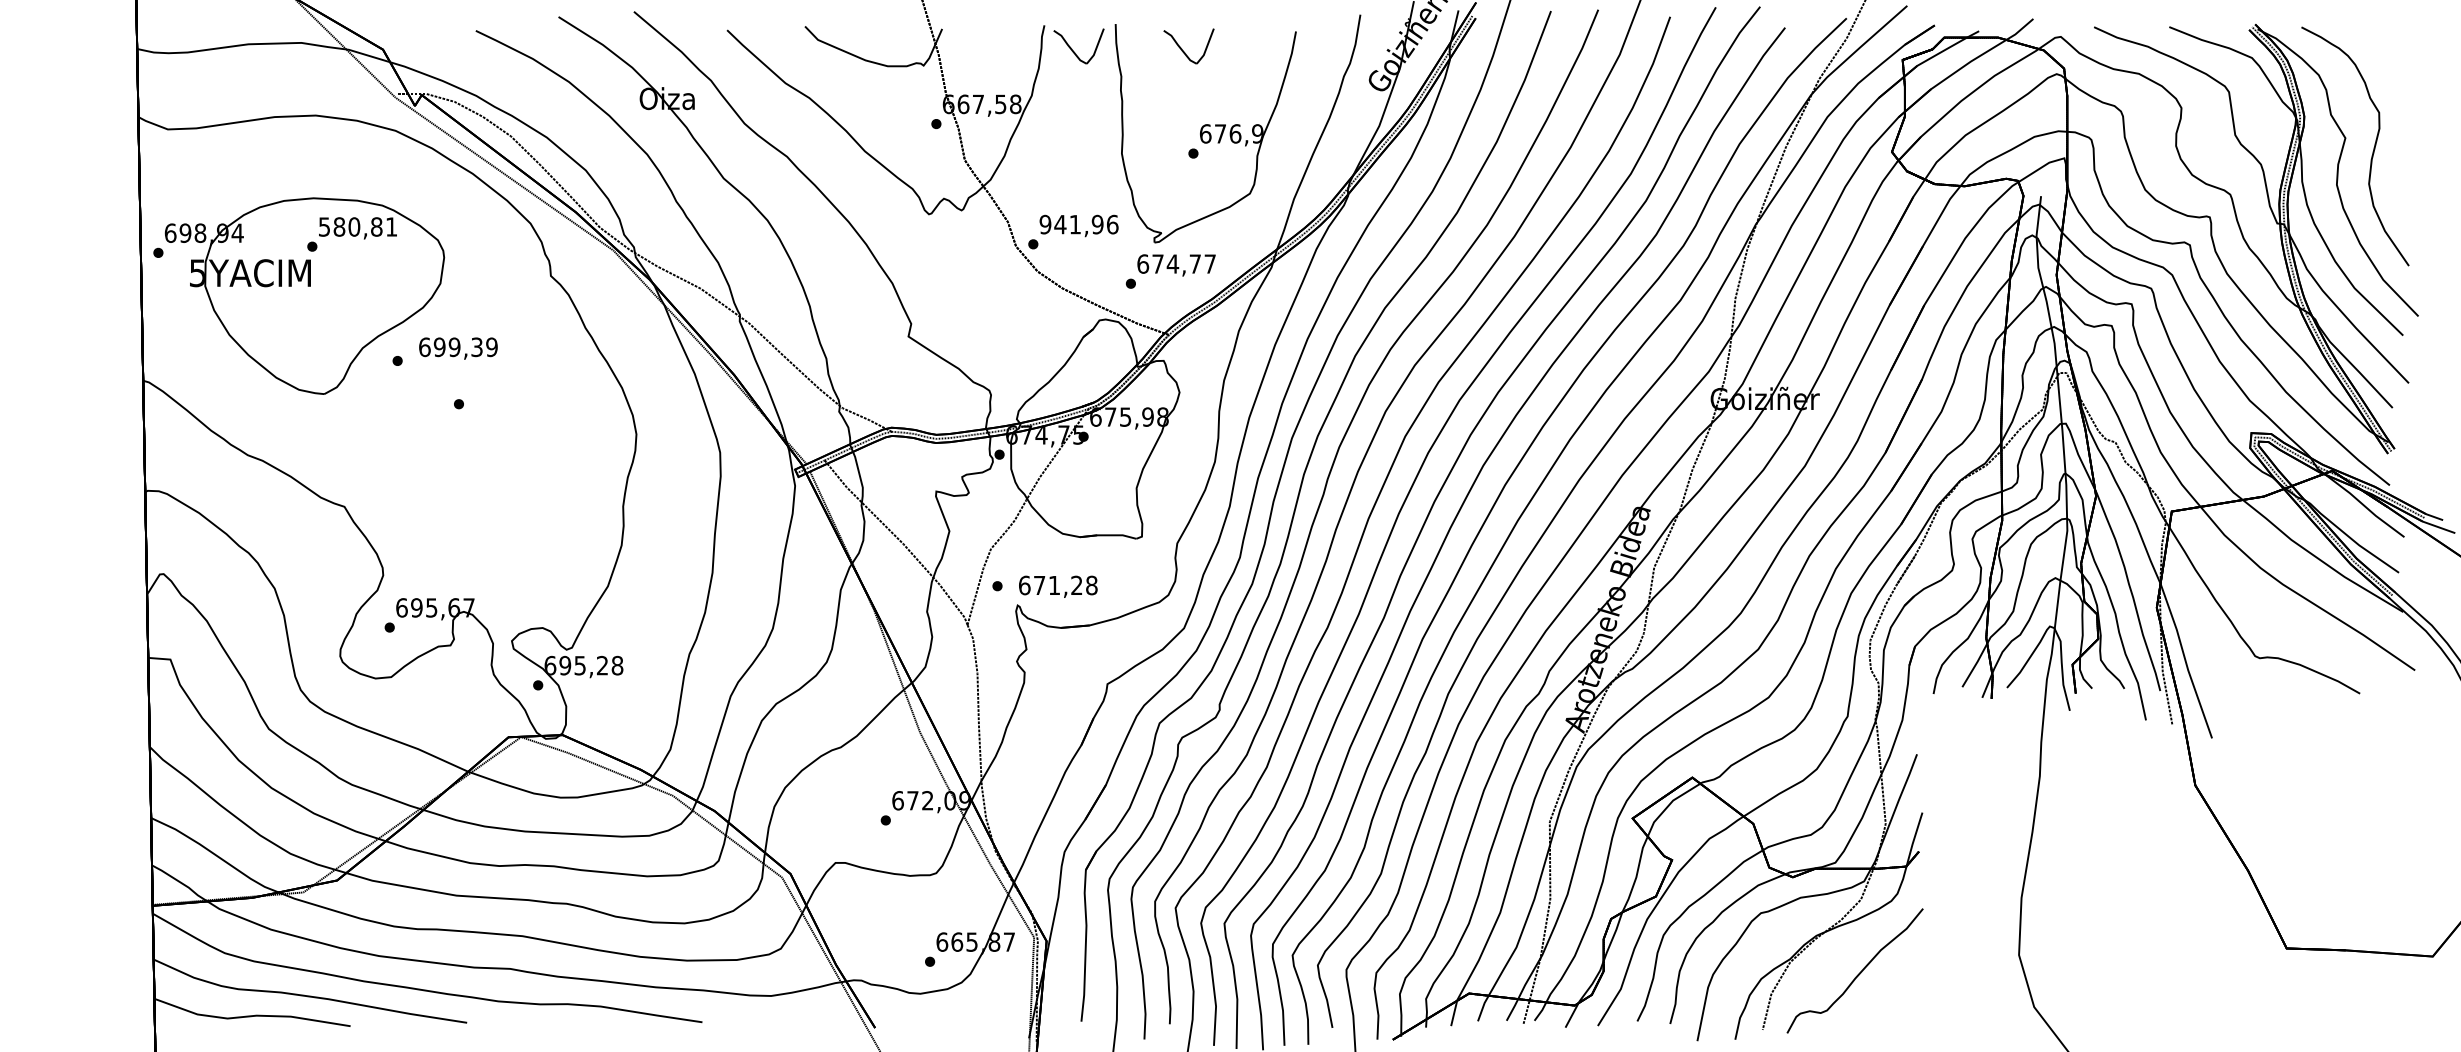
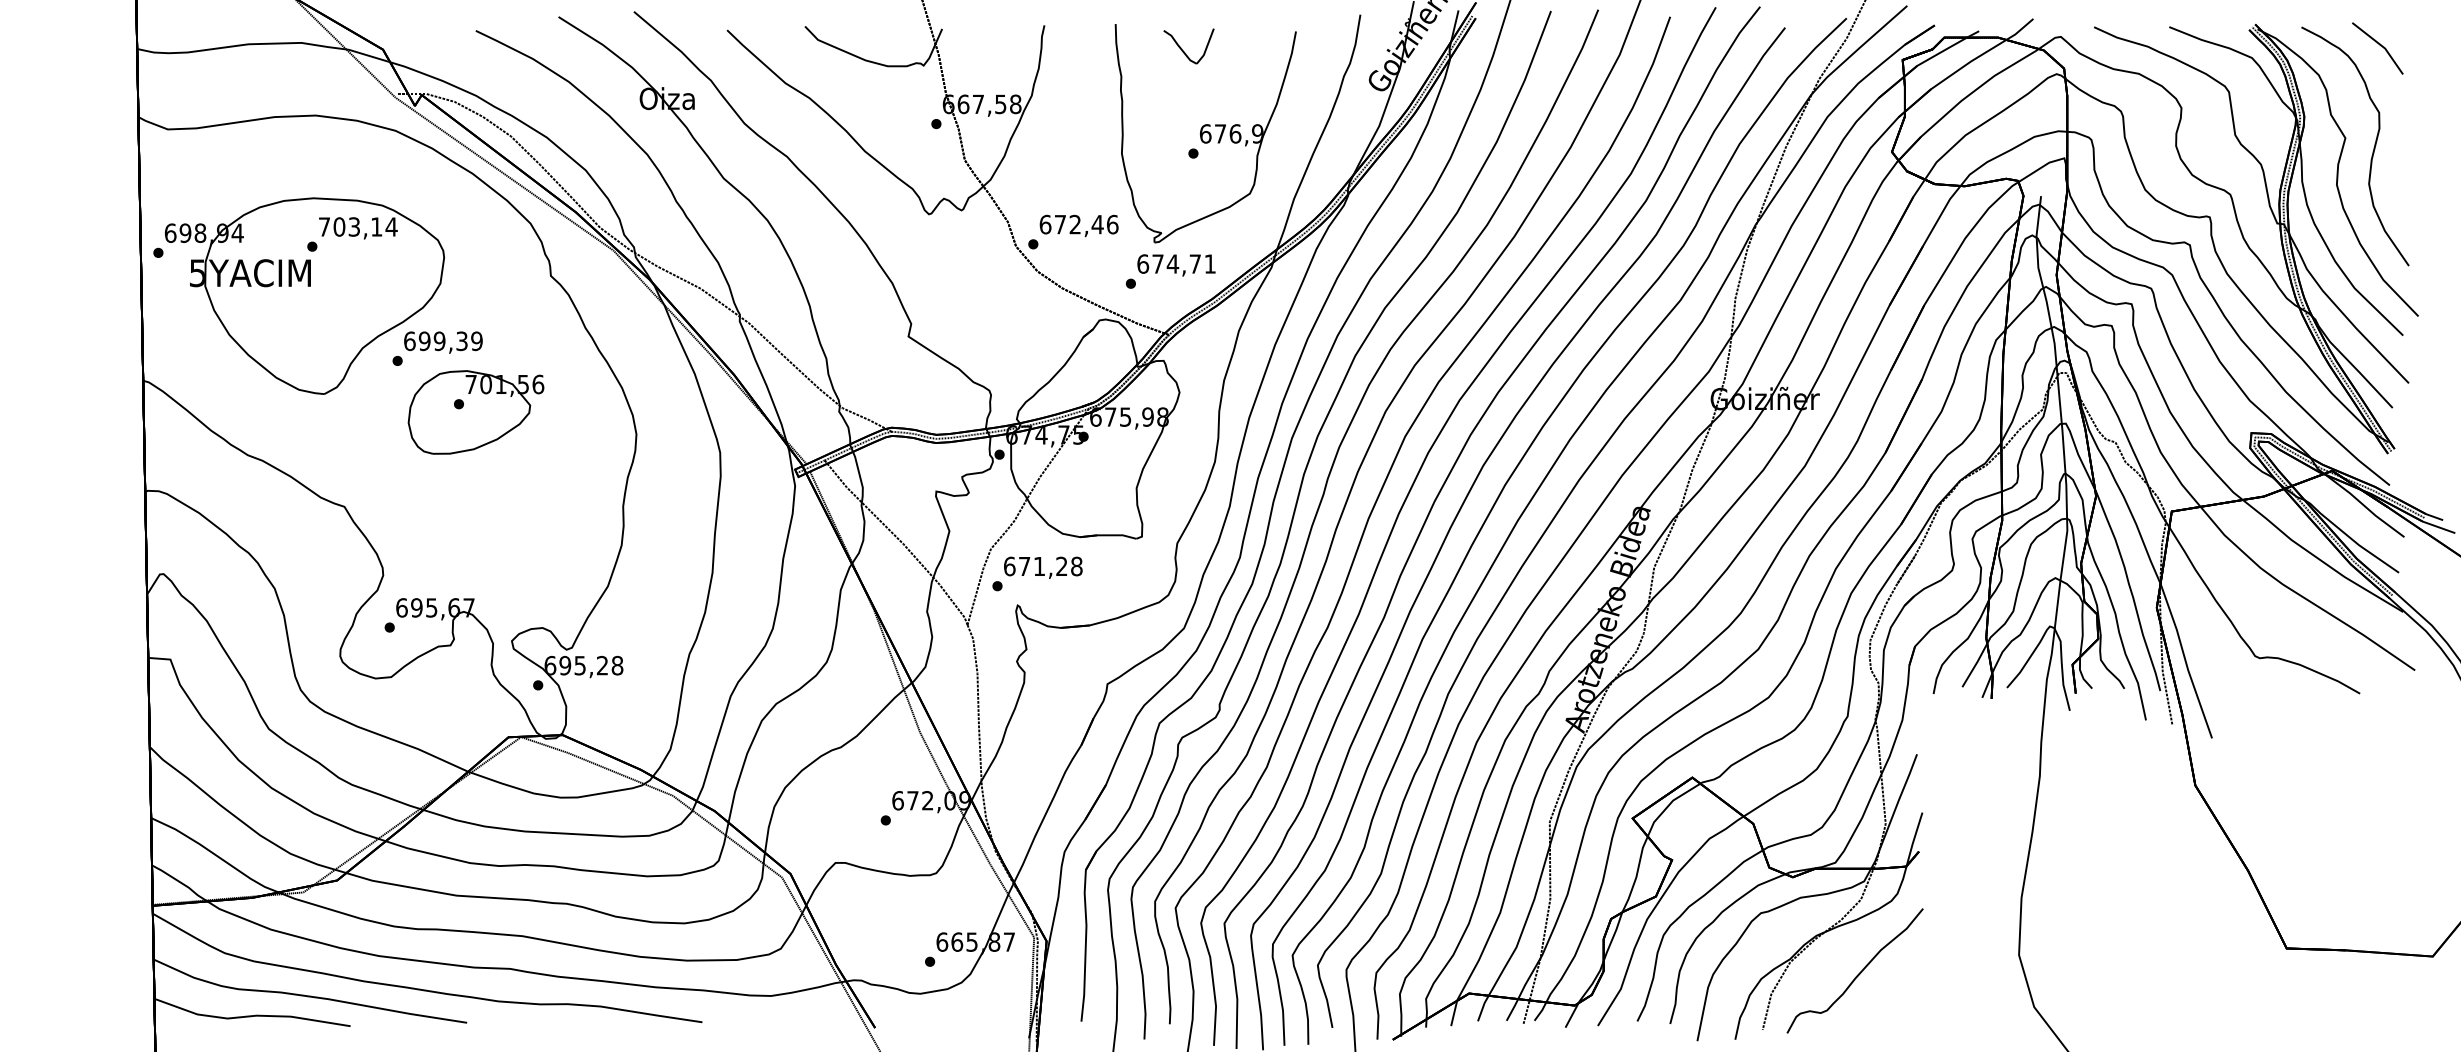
part at (2377, 48): none -> present
part at (1073, 50): present -> none
text at (1071, 224): 941,96 -> 672,46
text at (358, 226): 580,81 -> 703,14
text at (1209, 263): 674,77 -> 674,71
text at (458, 348) position: (458, 348) -> (443, 342)
part at (475, 412): none -> present
text at (1058, 586) position: (1058, 586) -> (1043, 567)
